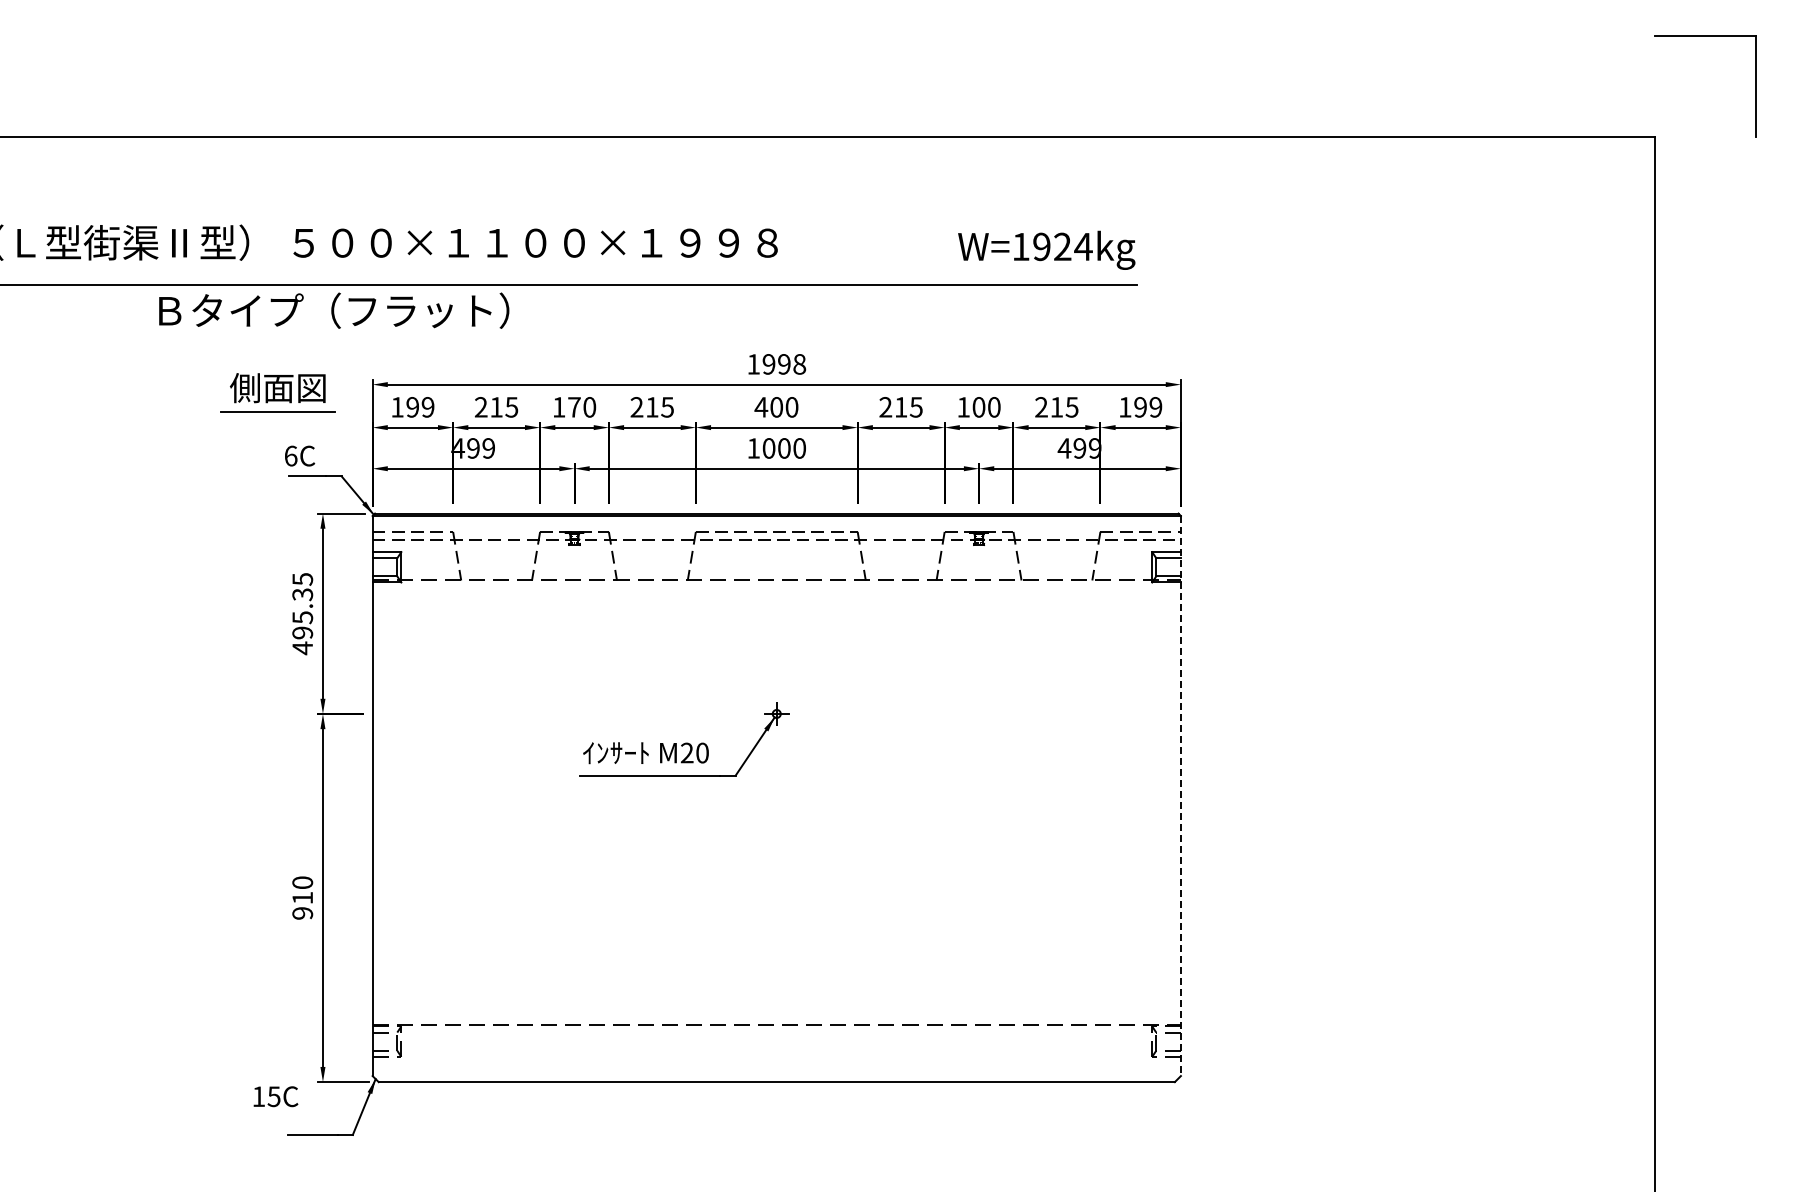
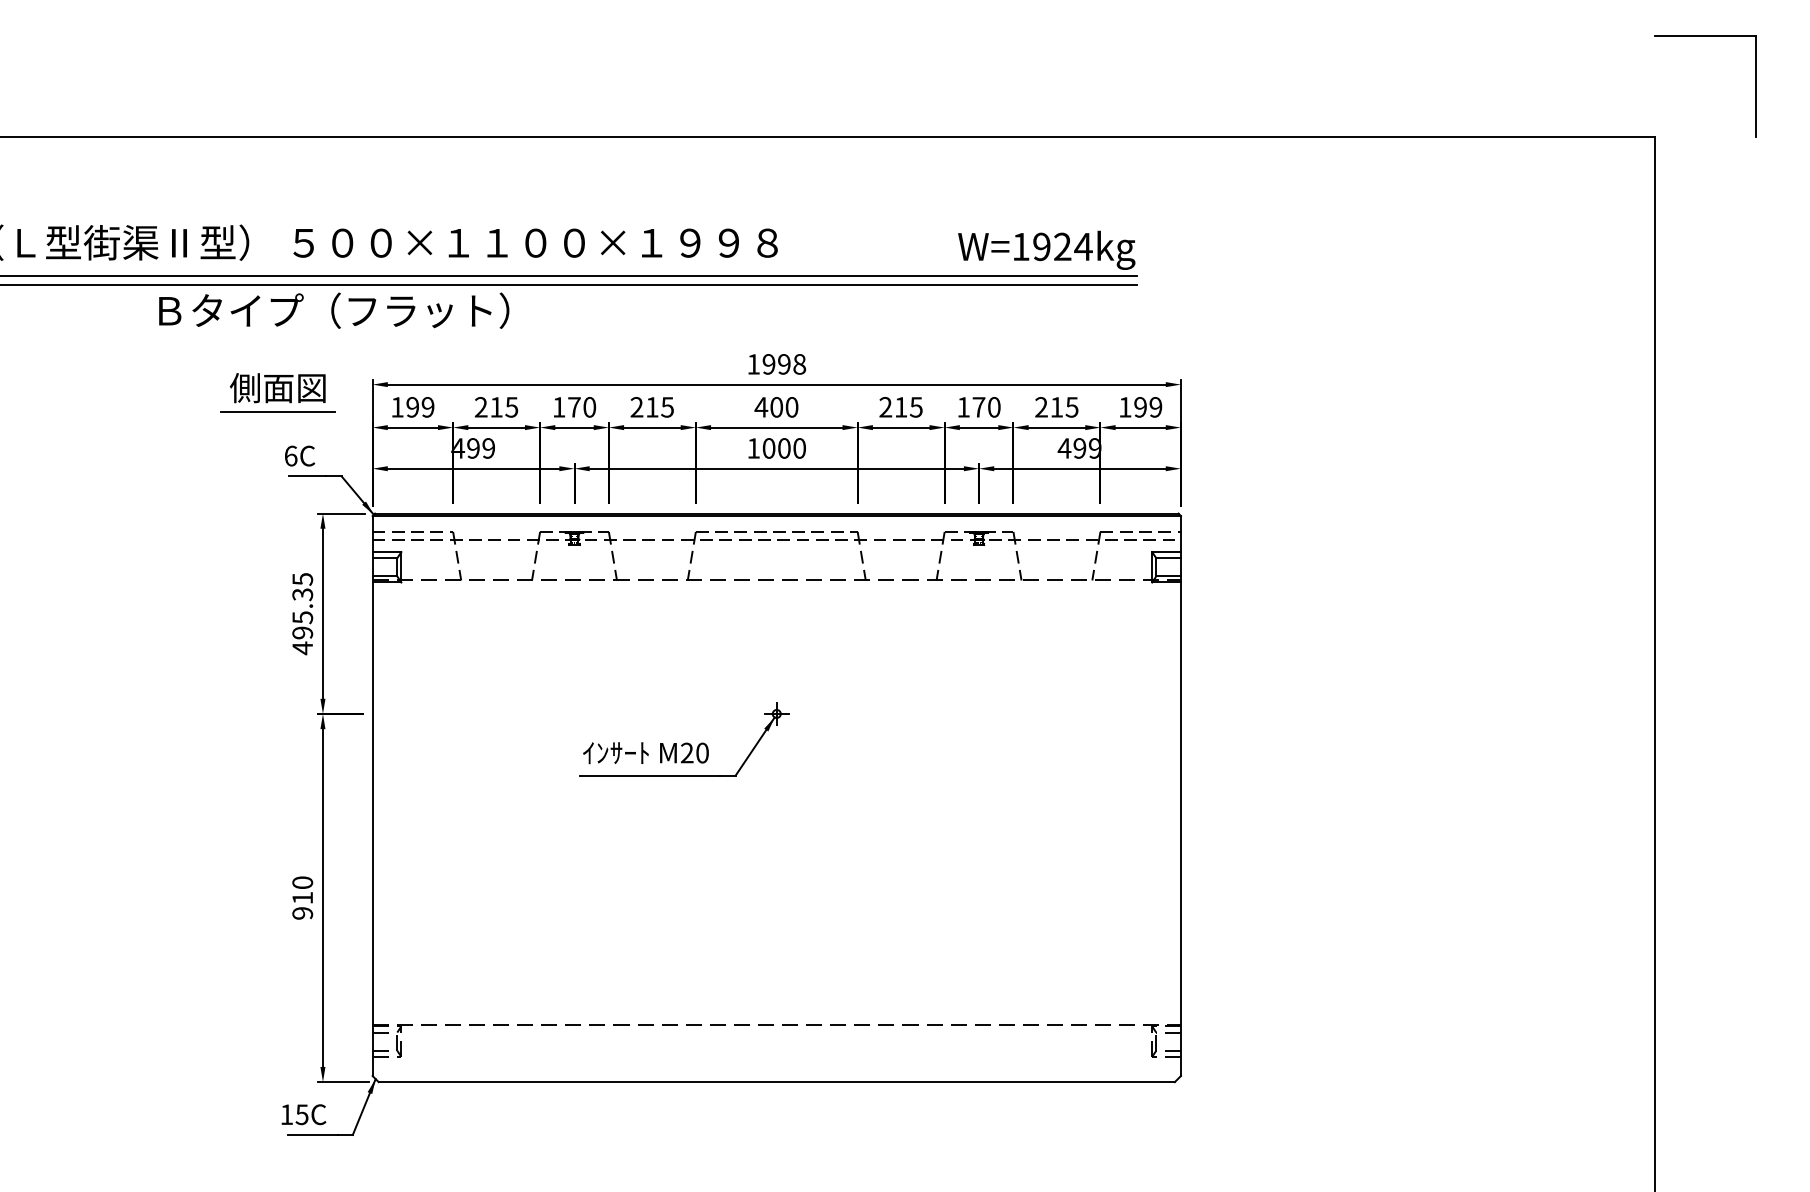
line at (569, 276): none -> present
text at (978, 407): 100 -> 170
line at (1180, 796): dashed -> solid
text at (275, 1096) position: (275, 1096) -> (303, 1114)
